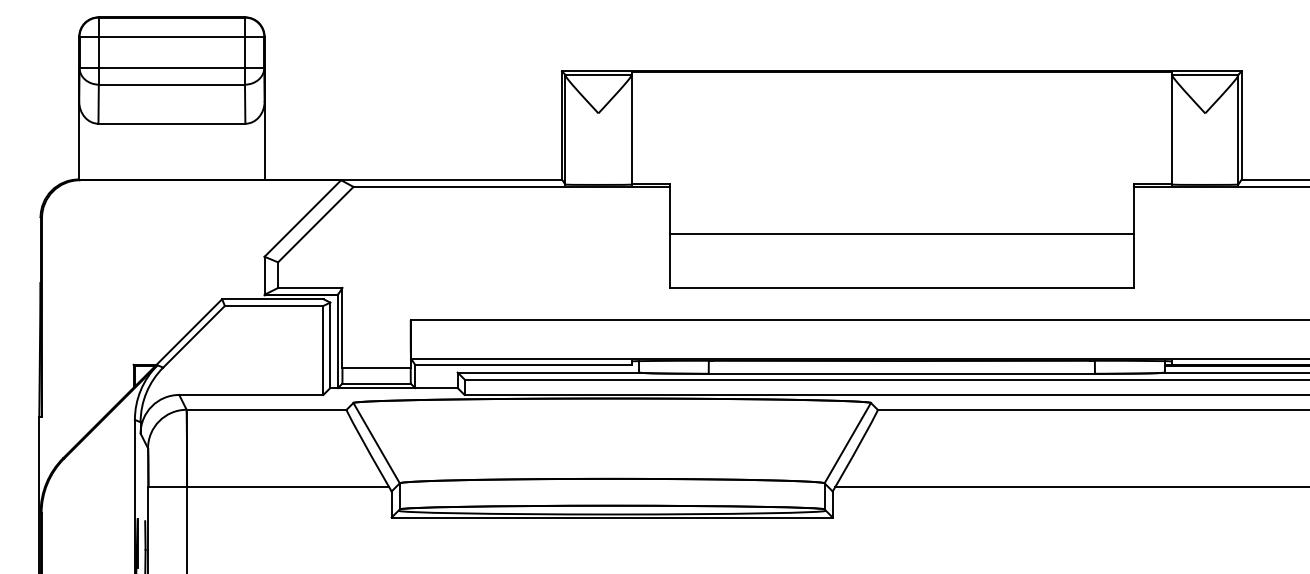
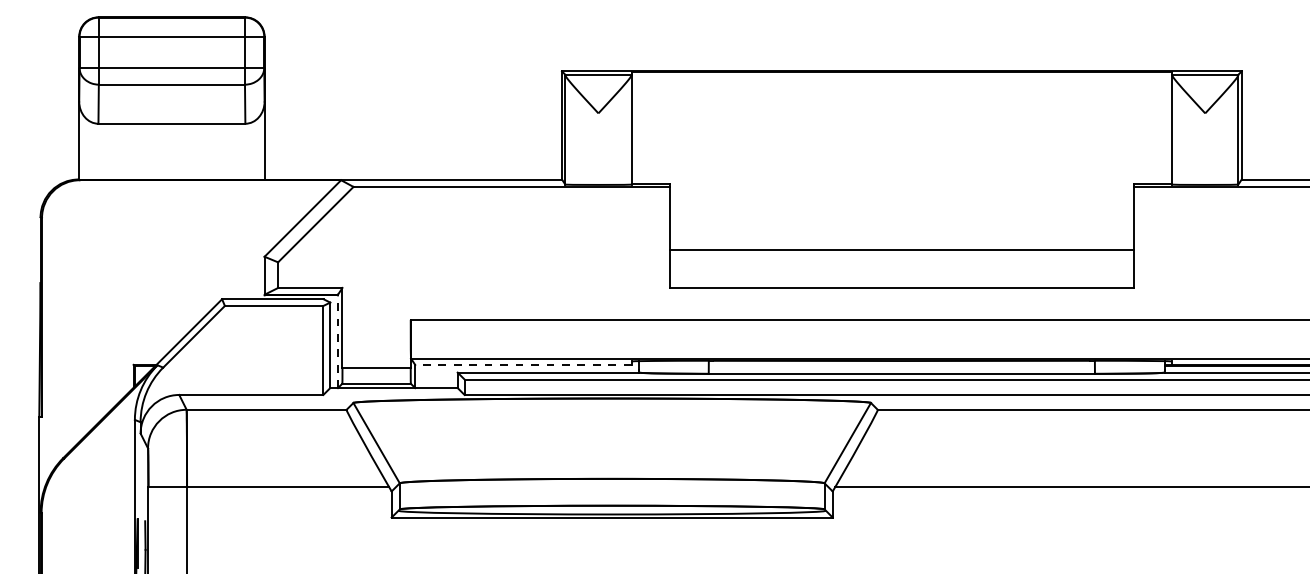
line at (901, 233) position: (901, 233) -> (901, 249)
line at (337, 341): solid -> dashed
line at (522, 364): solid -> dashed
